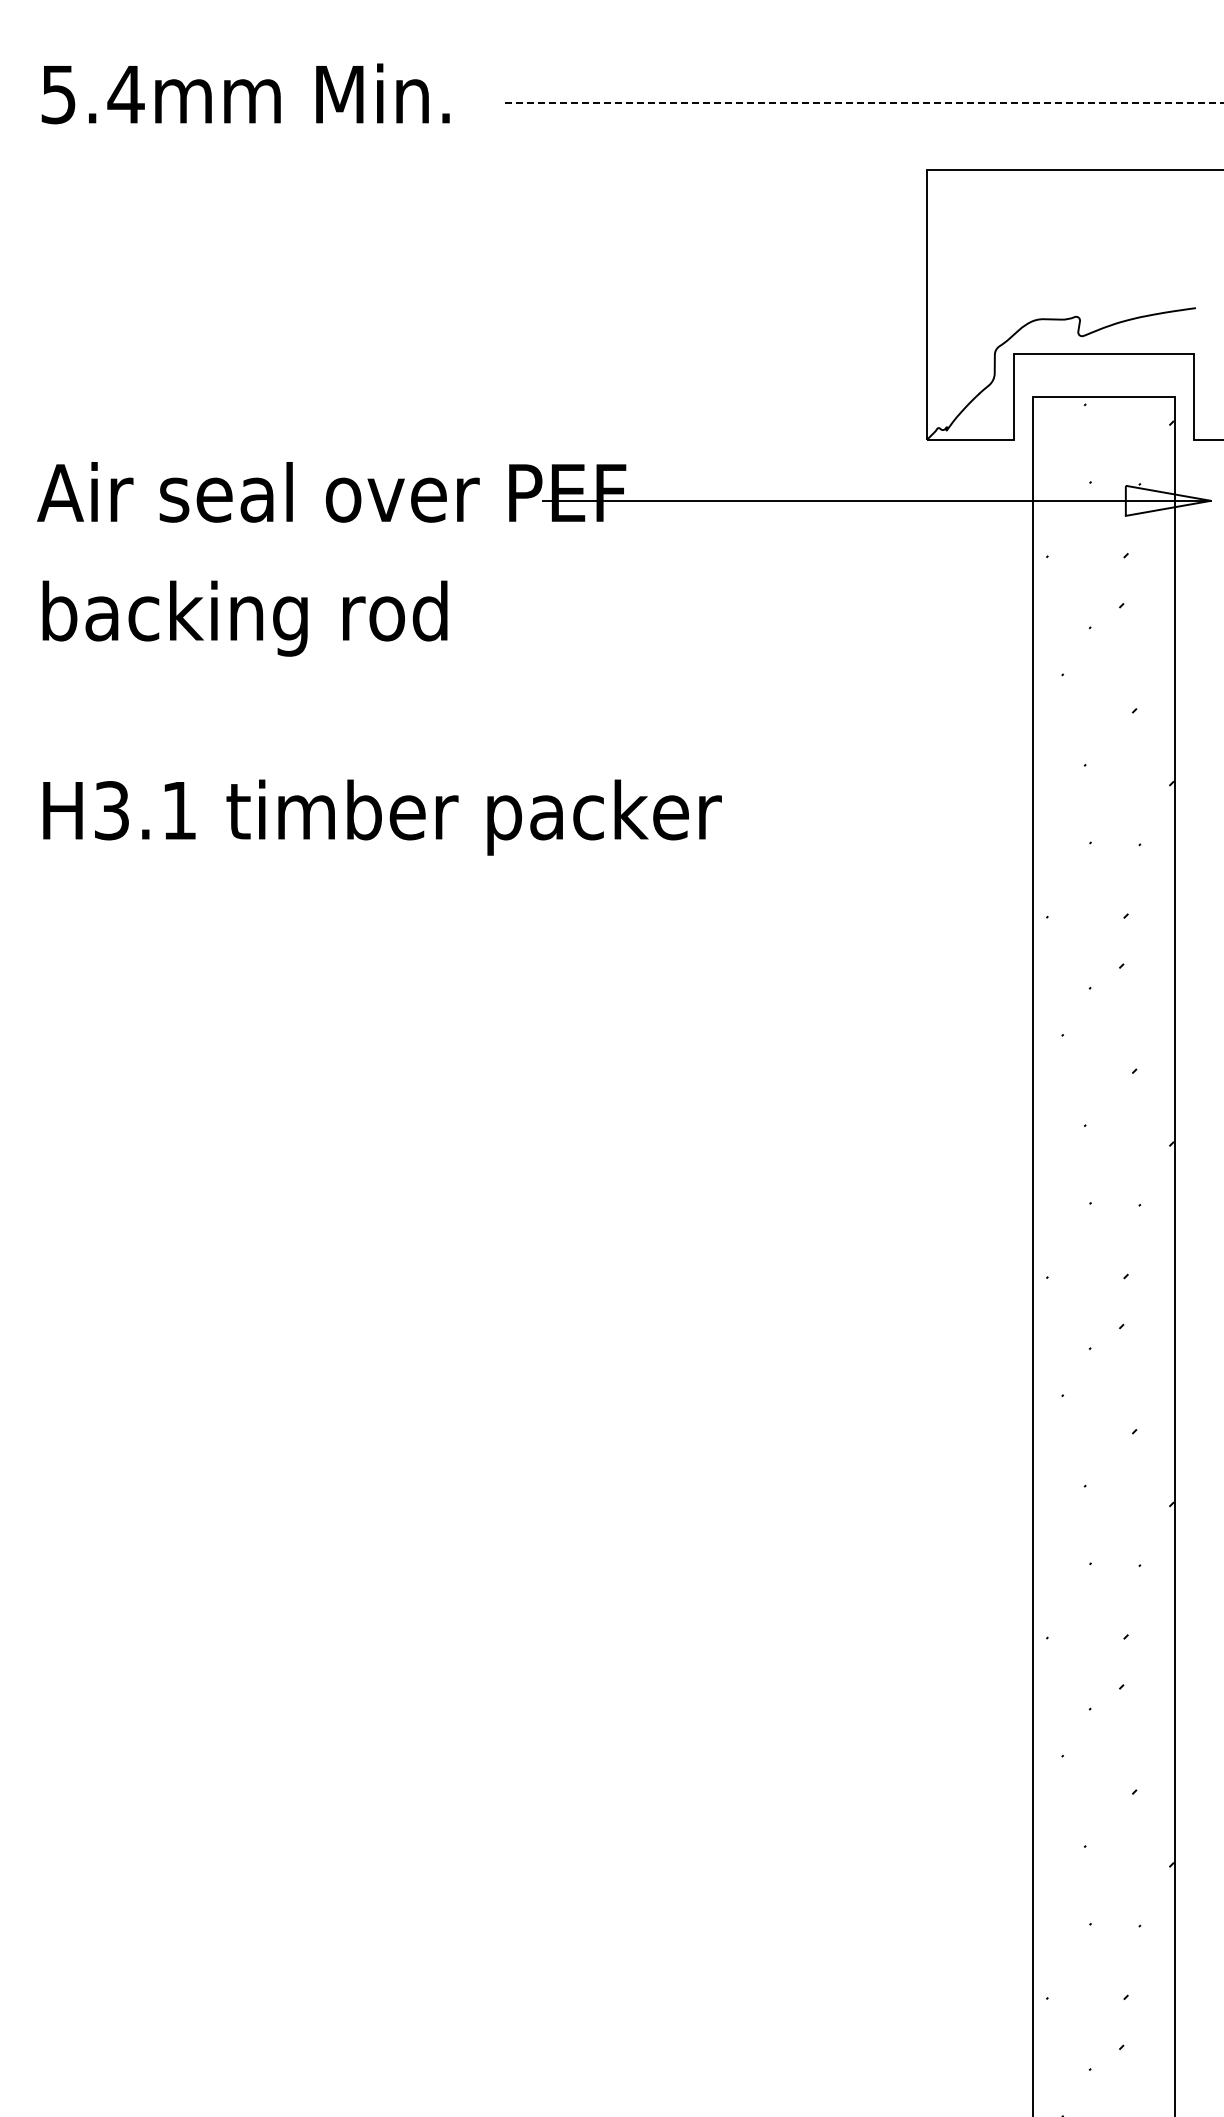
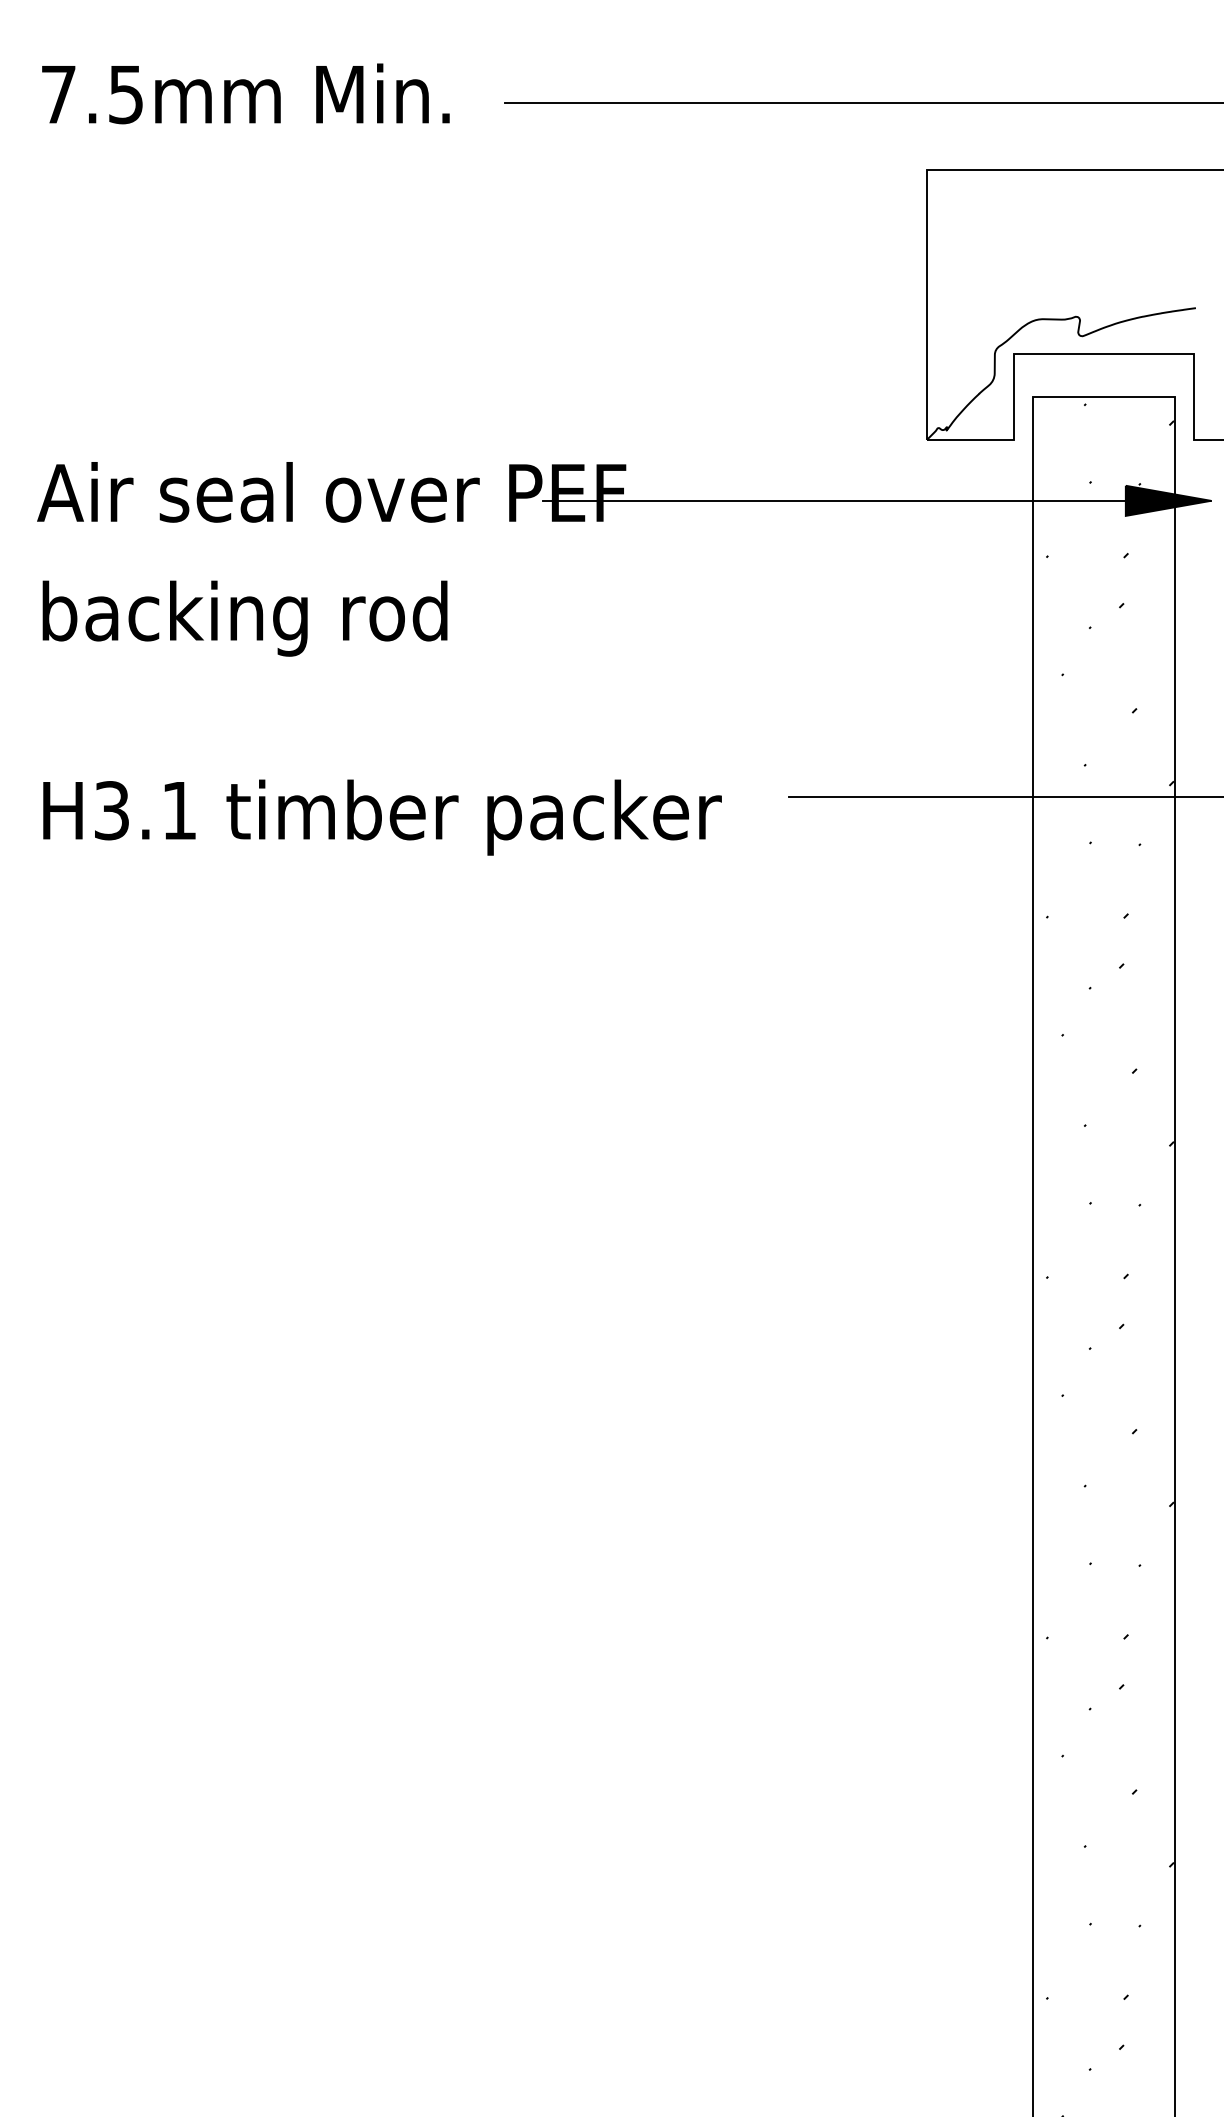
text at (92, 95): 5.4mm -> 7.5mm
line at (864, 103): dashed -> solid
fill at (1167, 500): none -> present
line at (1004, 796): none -> present
